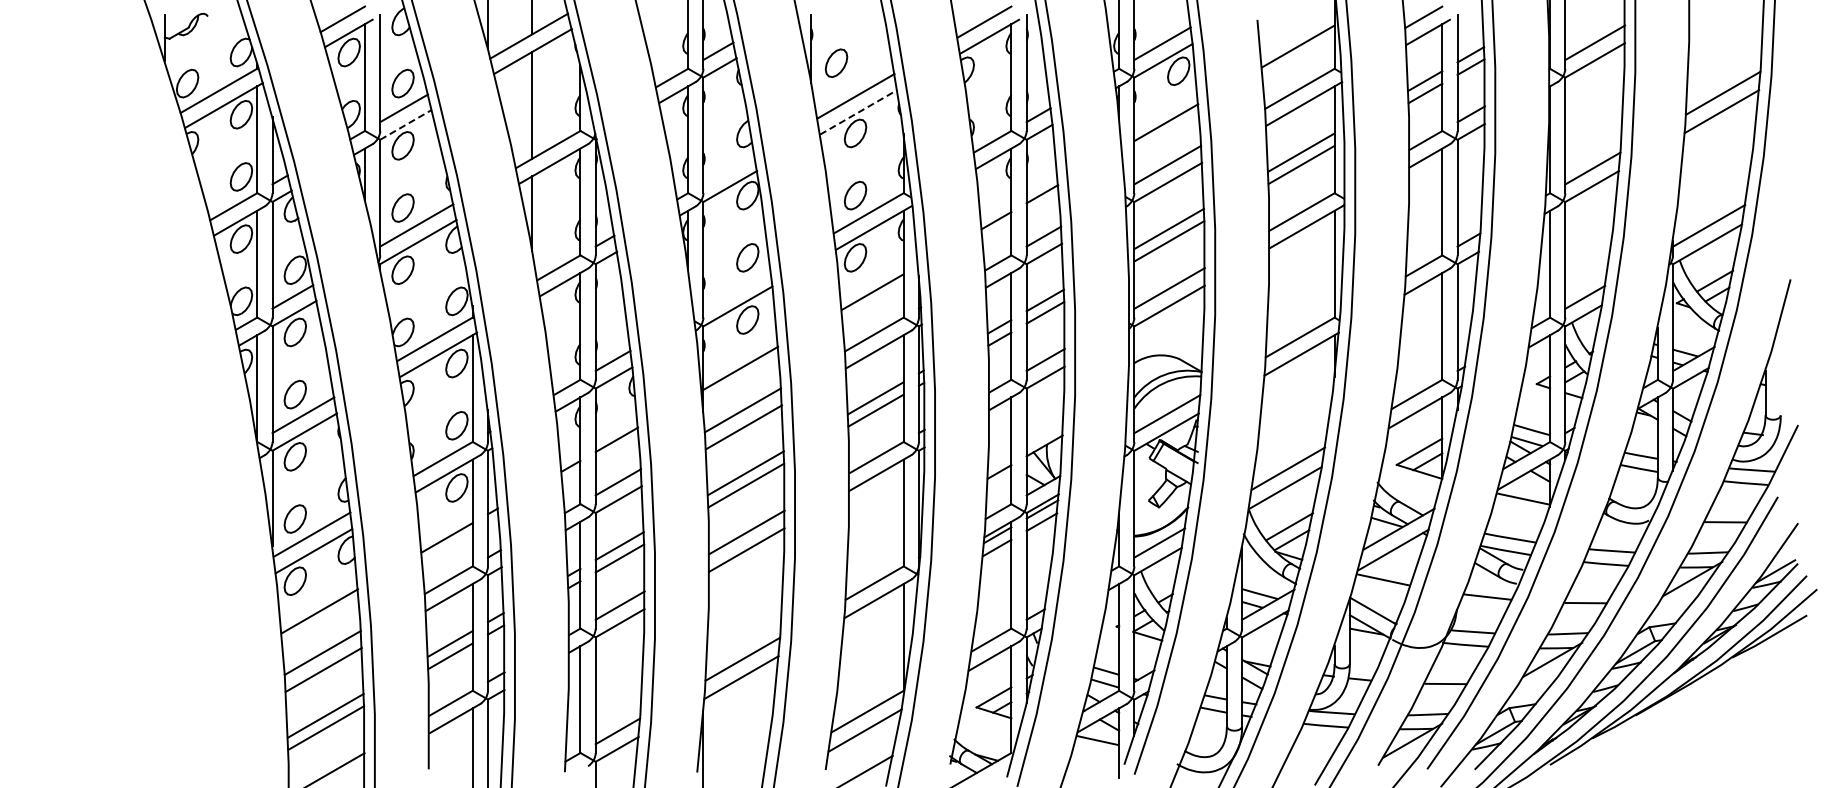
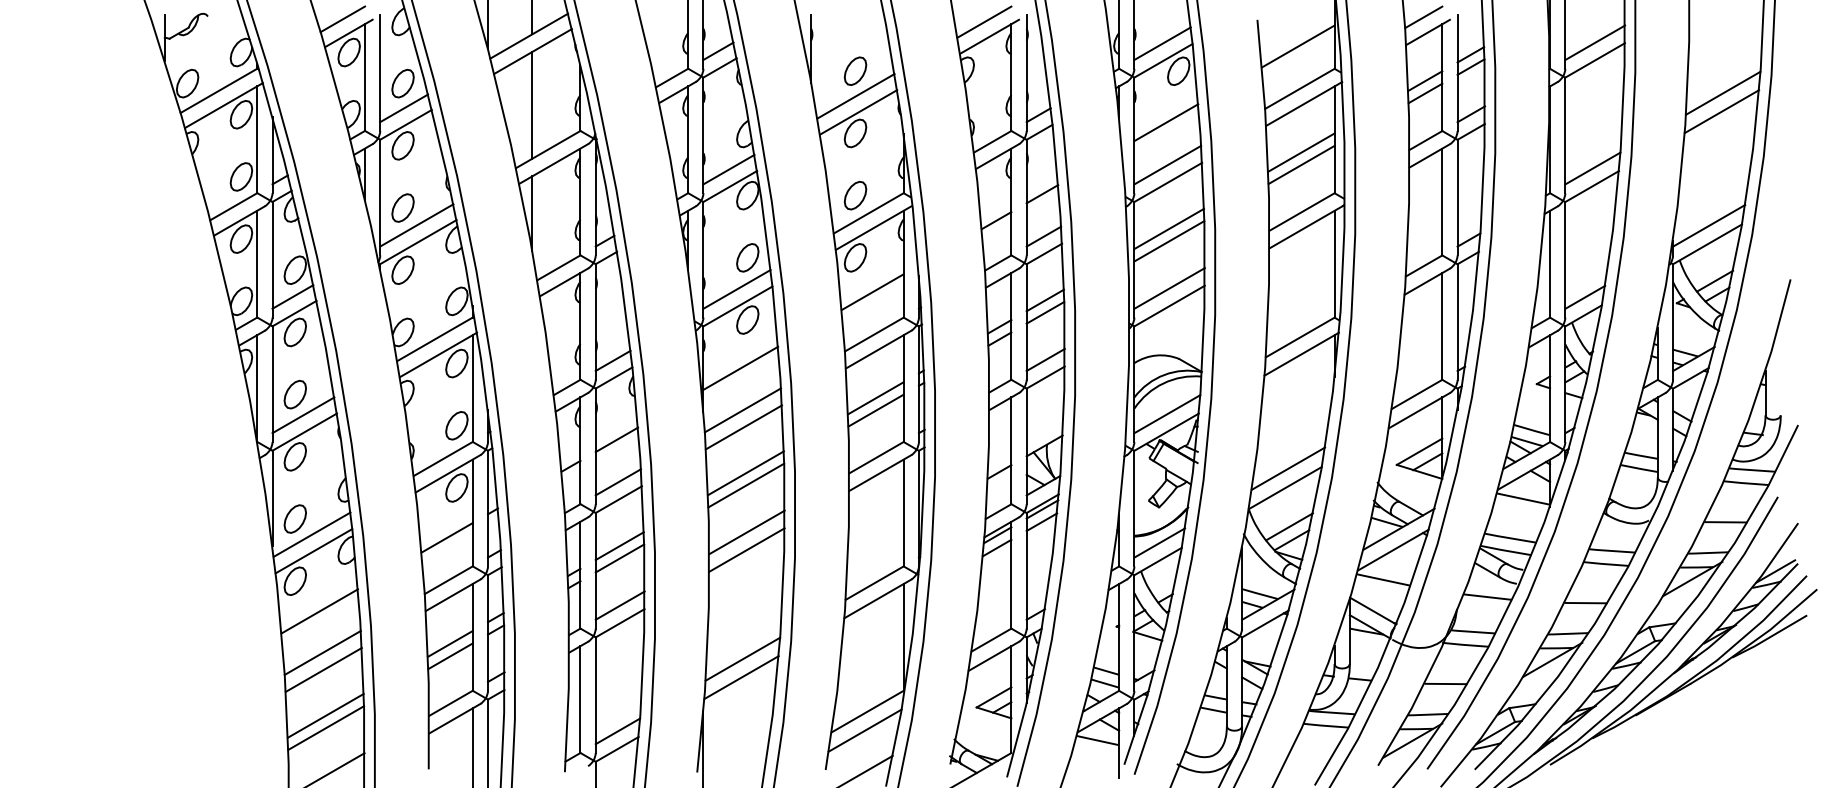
part at (836, 62) position: (836, 62) -> (855, 70)
line at (859, 112): dashed -> solid
line at (406, 124): dashed -> solid
line at (728, 169): none -> present
line at (736, 289): none -> present
